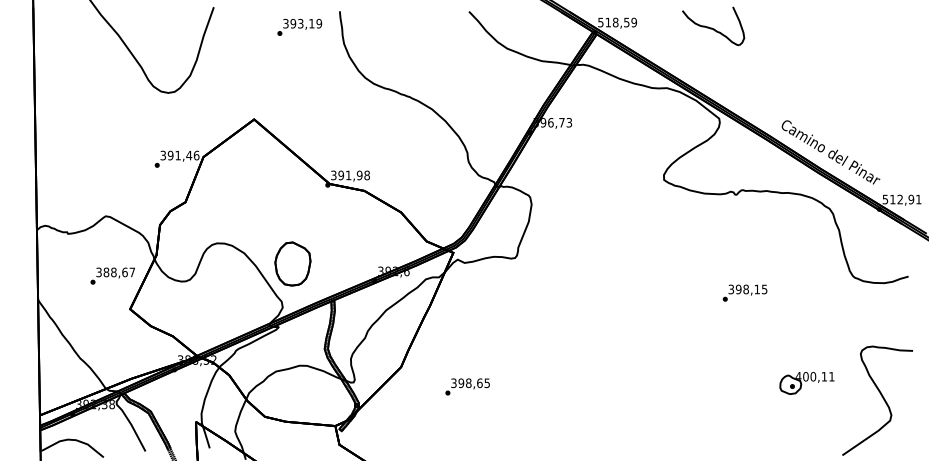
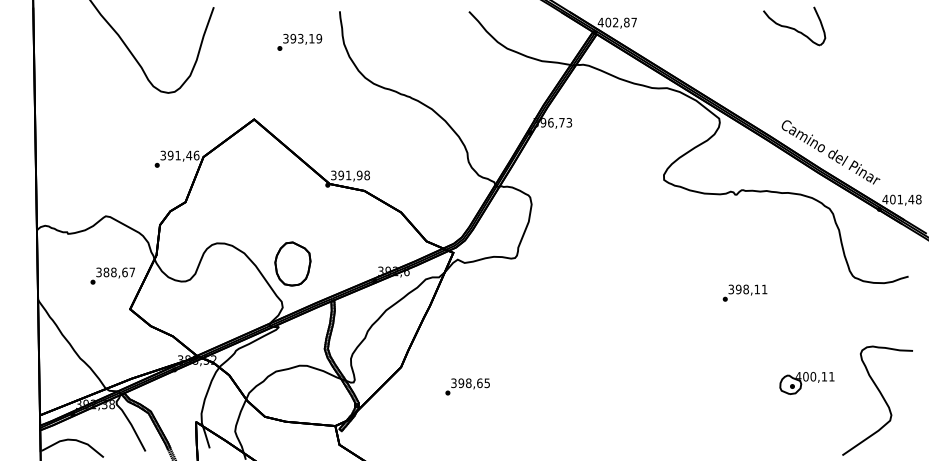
text at (617, 22): 518,59 -> 402,87
text at (299, 26) position: (299, 26) -> (299, 41)
part at (713, 26) position: (713, 26) -> (794, 26)
text at (901, 199): 512,91 -> 401,48
text at (764, 289): 398,15 -> 398,11
